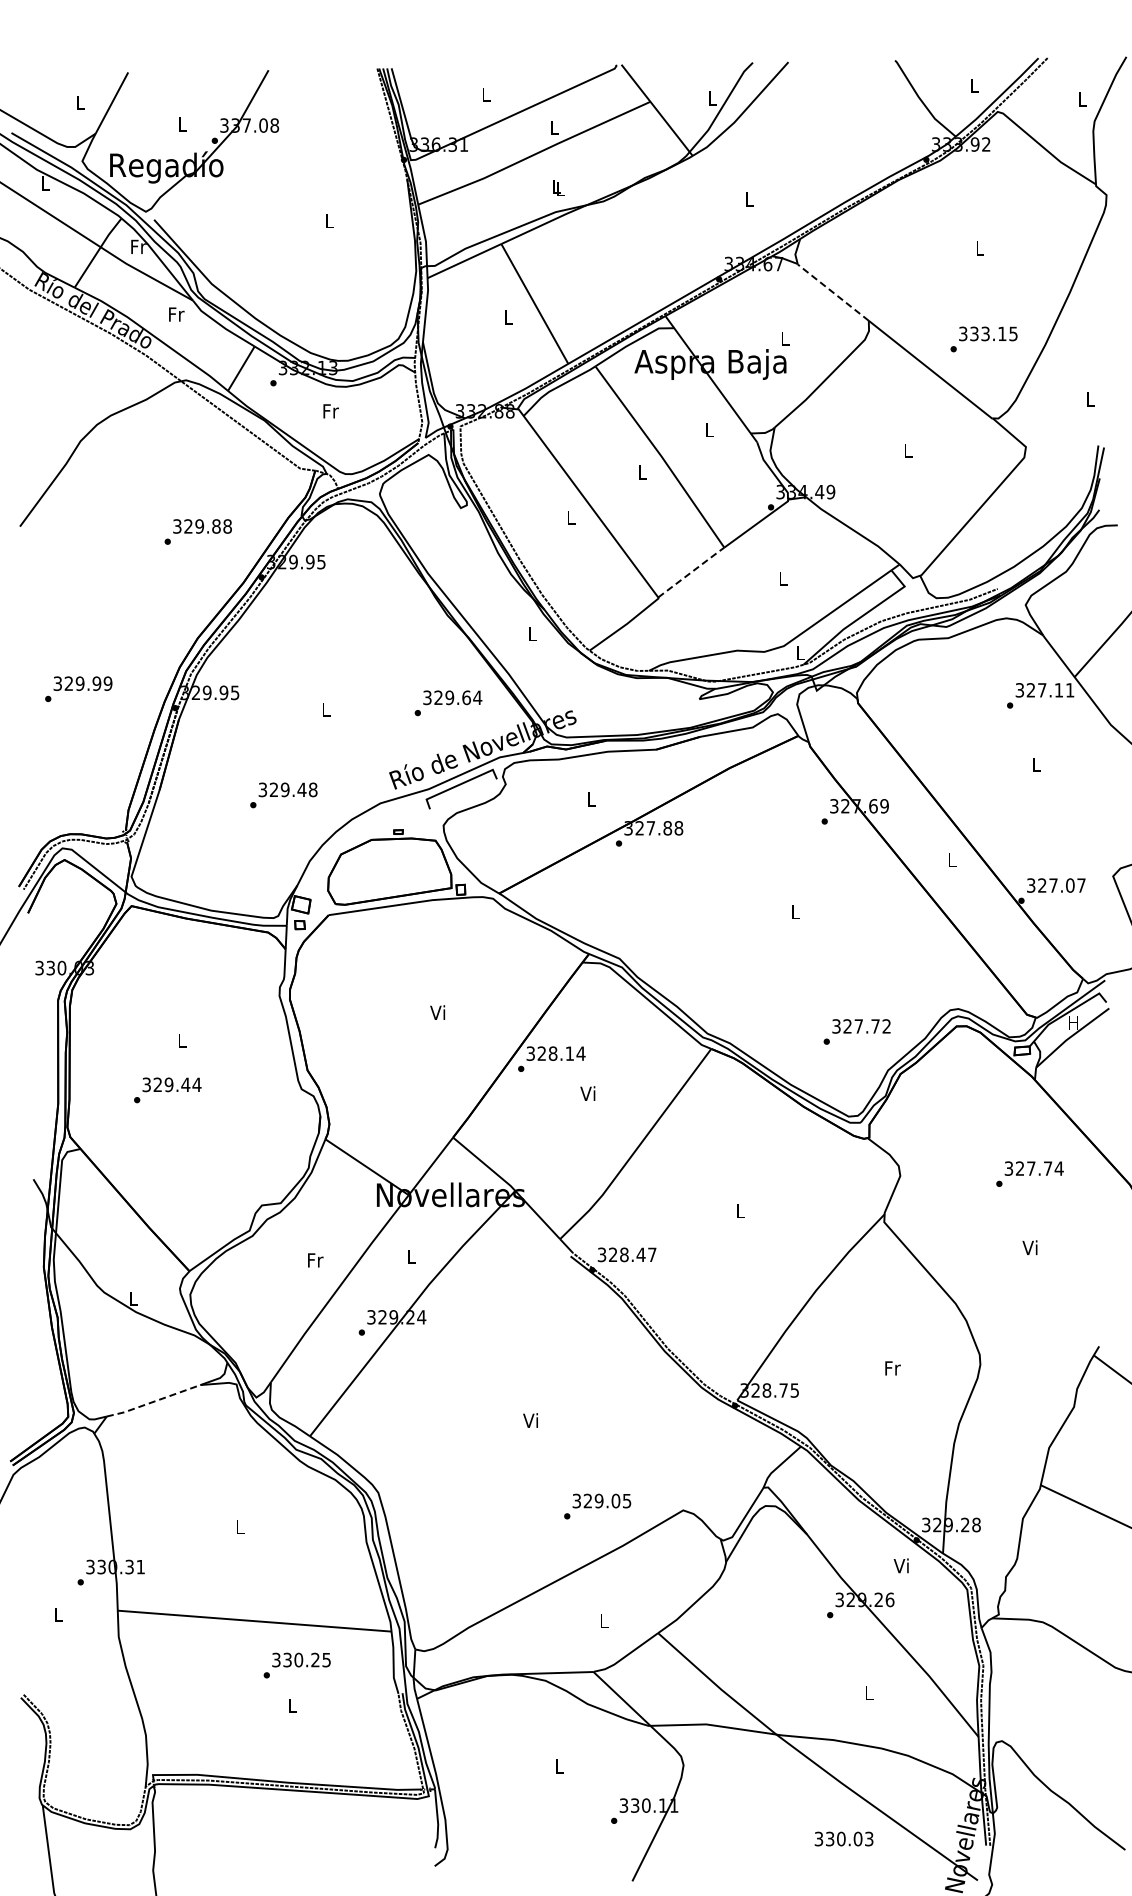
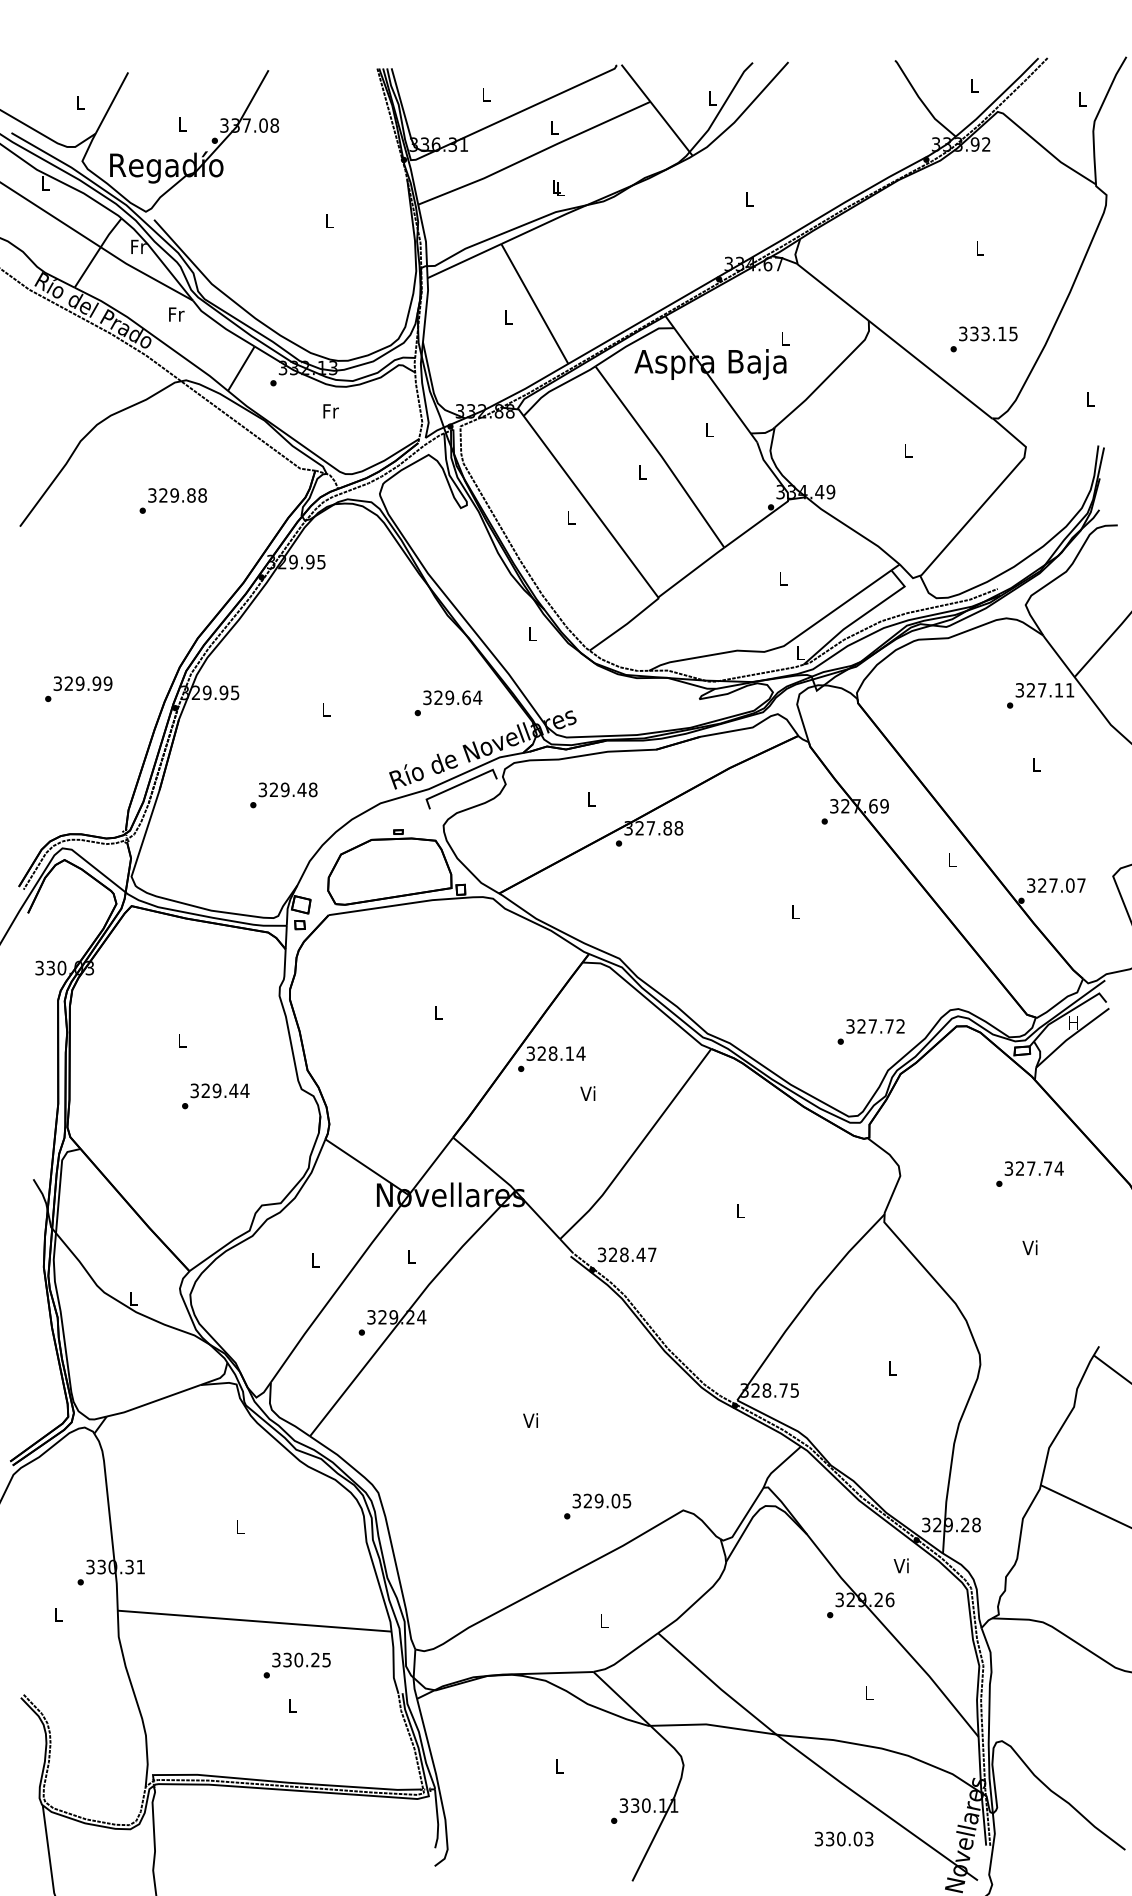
line at (832, 291): dashed -> solid
text at (197, 531) position: (197, 531) -> (172, 500)
line at (691, 572): dashed -> solid
text at (437, 1012): Vi -> L
text at (856, 1031) position: (856, 1031) -> (870, 1031)
text at (167, 1090) position: (167, 1090) -> (215, 1096)
text at (315, 1260): Fr -> L
text at (892, 1368): Fr -> L
line at (153, 1401): dashed -> solid
